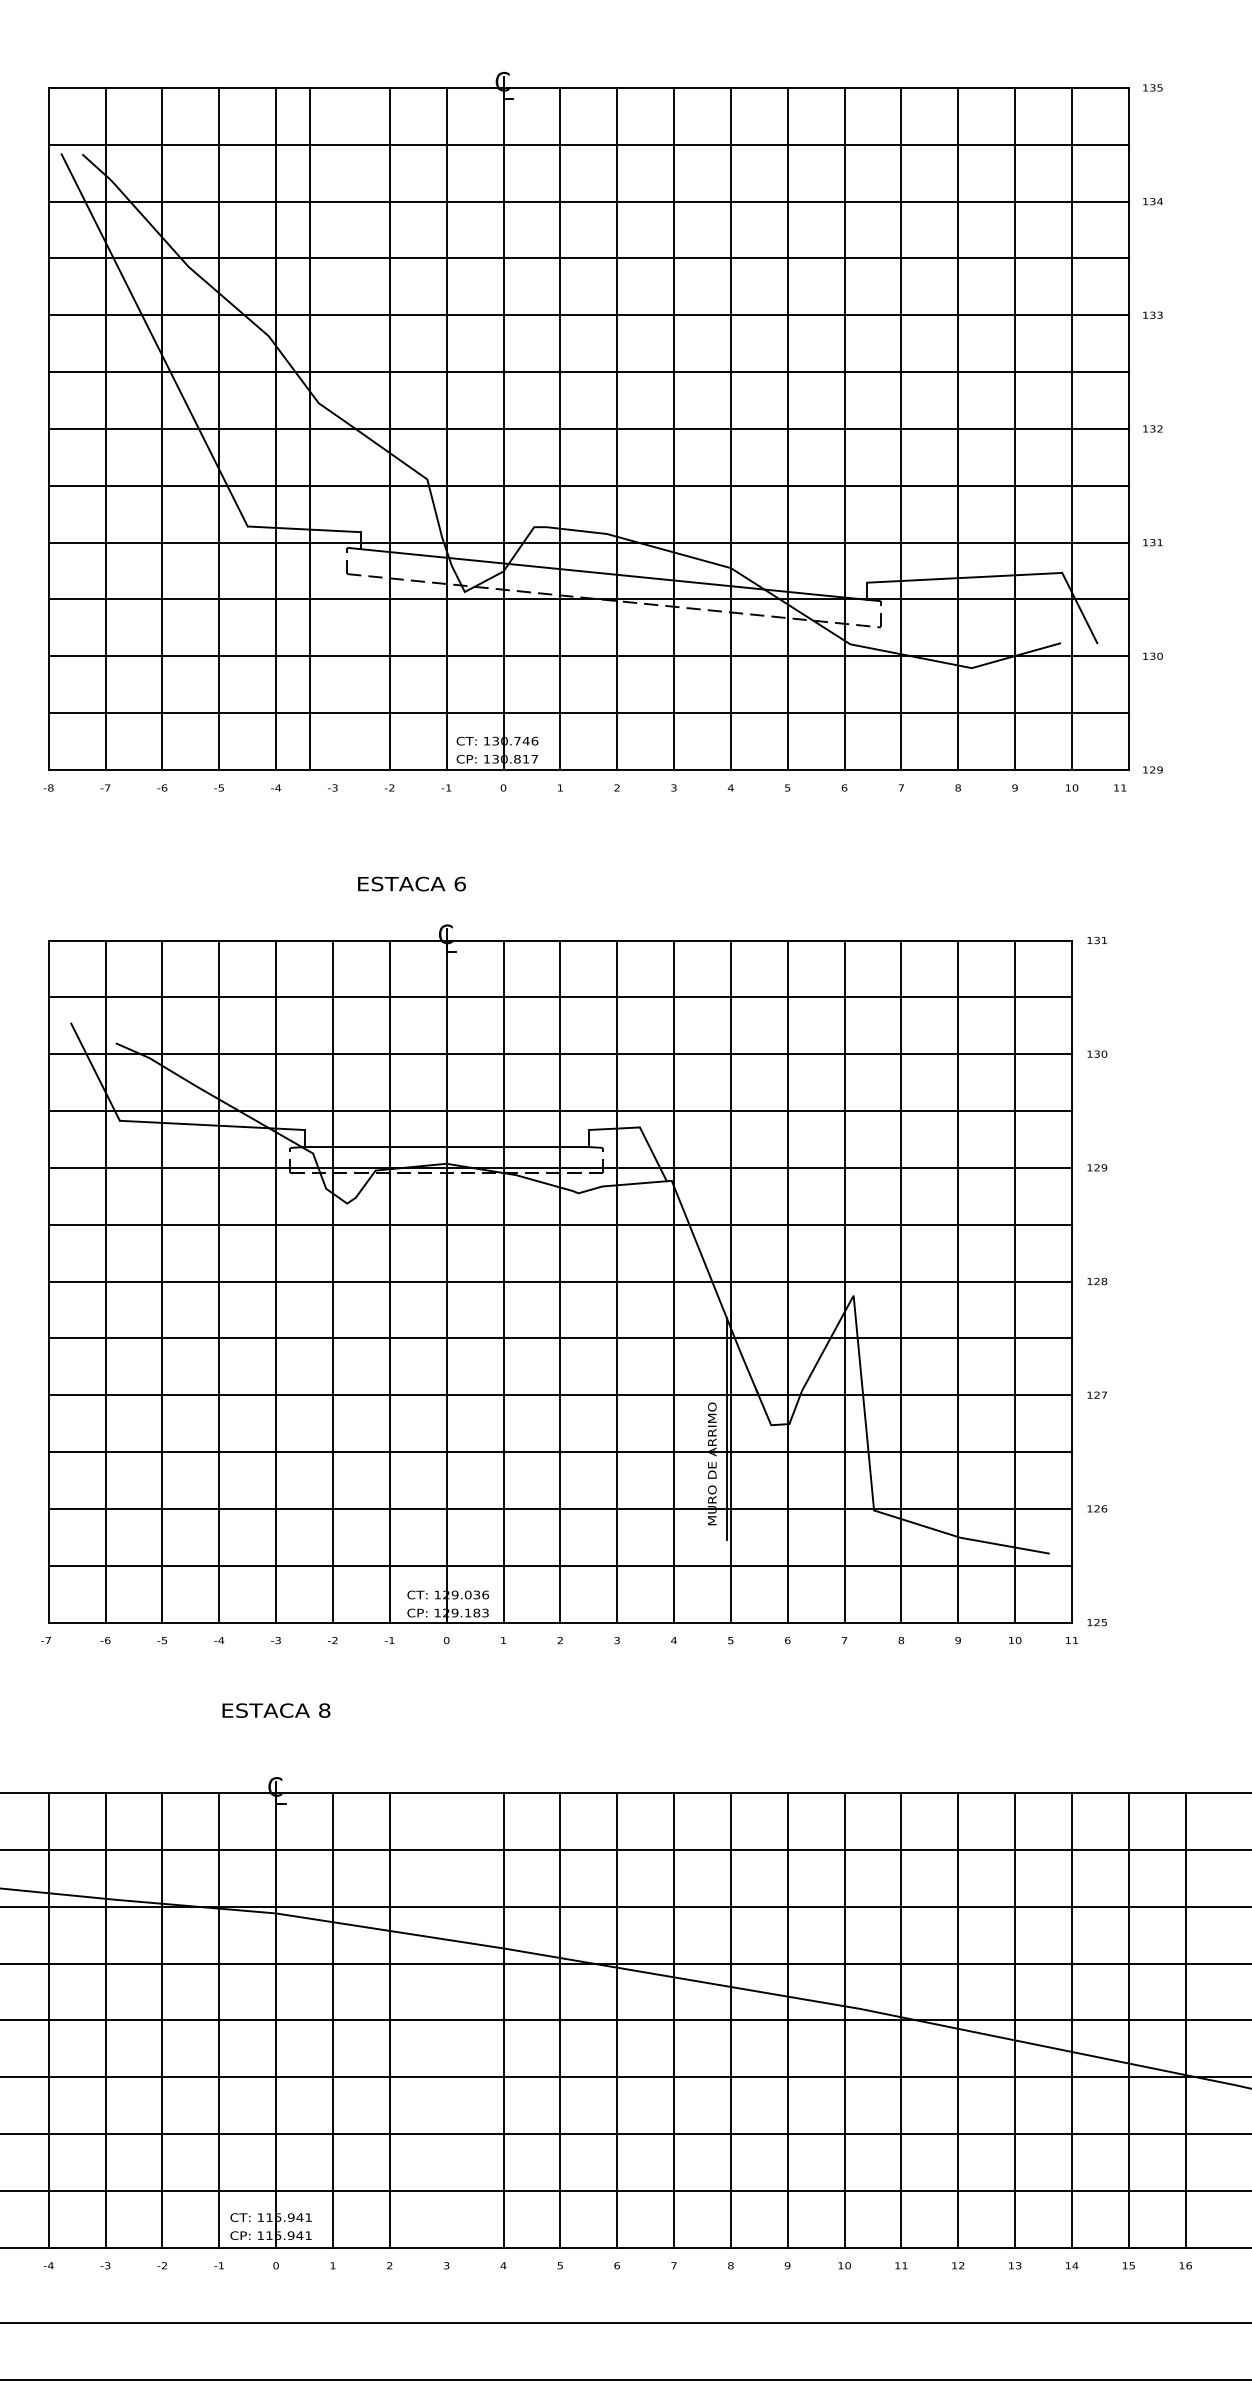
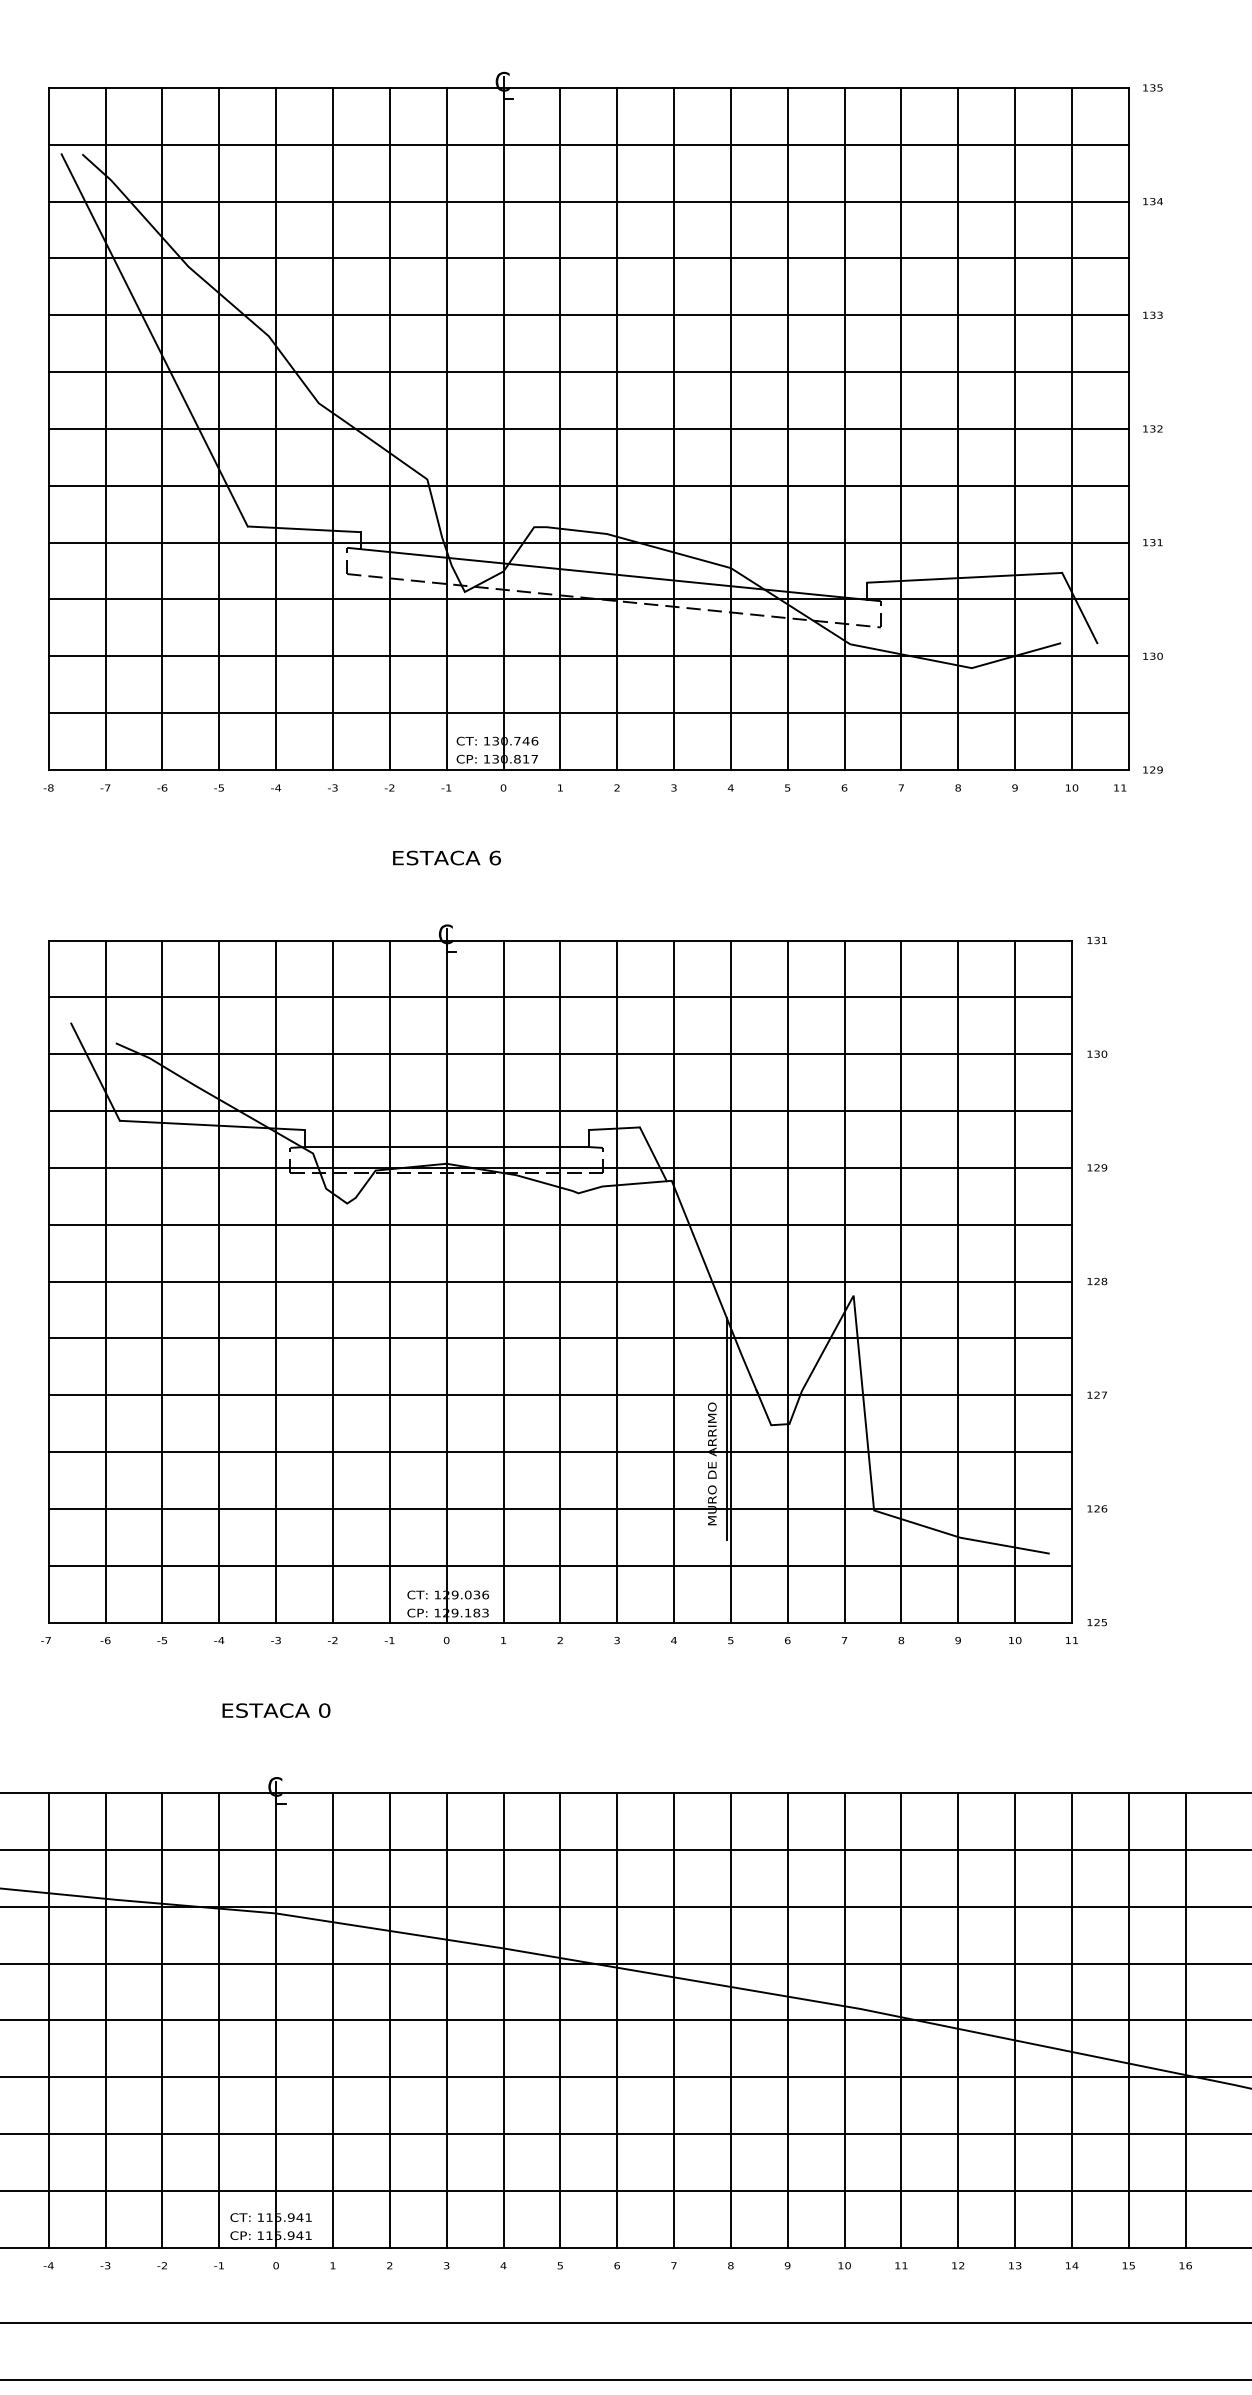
line at (310, 428) position: (310, 428) -> (333, 428)
text at (411, 883) position: (411, 883) -> (446, 857)
text at (324, 1710): 8 -> 0
line at (446, 2020): none -> present
